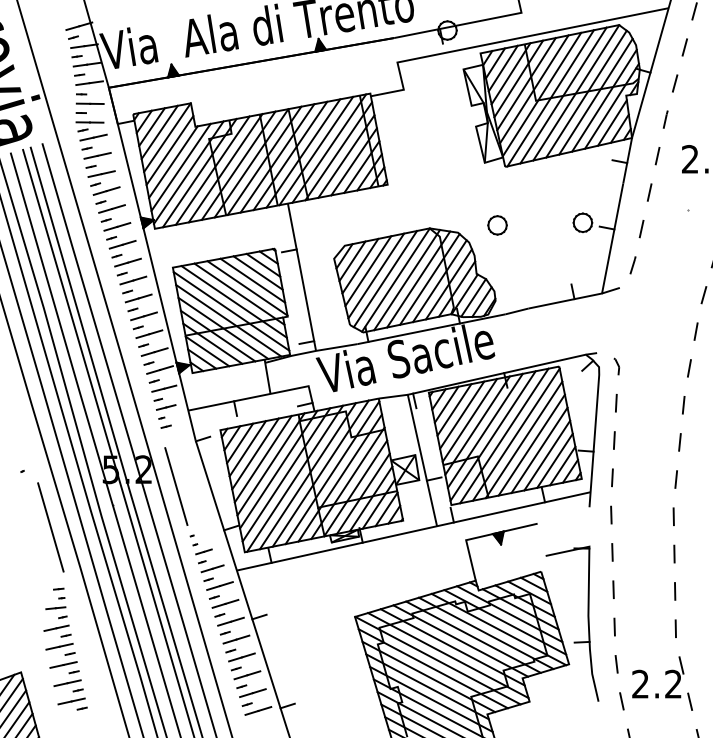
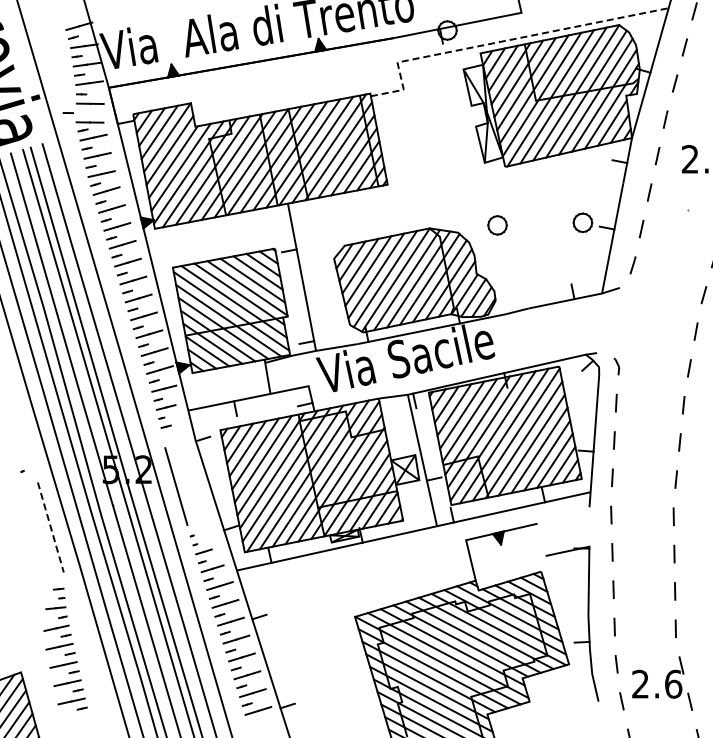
line at (502, 41): solid -> dashed
line at (80, 112) position: (80, 112) -> (67, 112)
line at (50, 527): solid -> dashed
text at (673, 683): 2.2 -> 2.6
